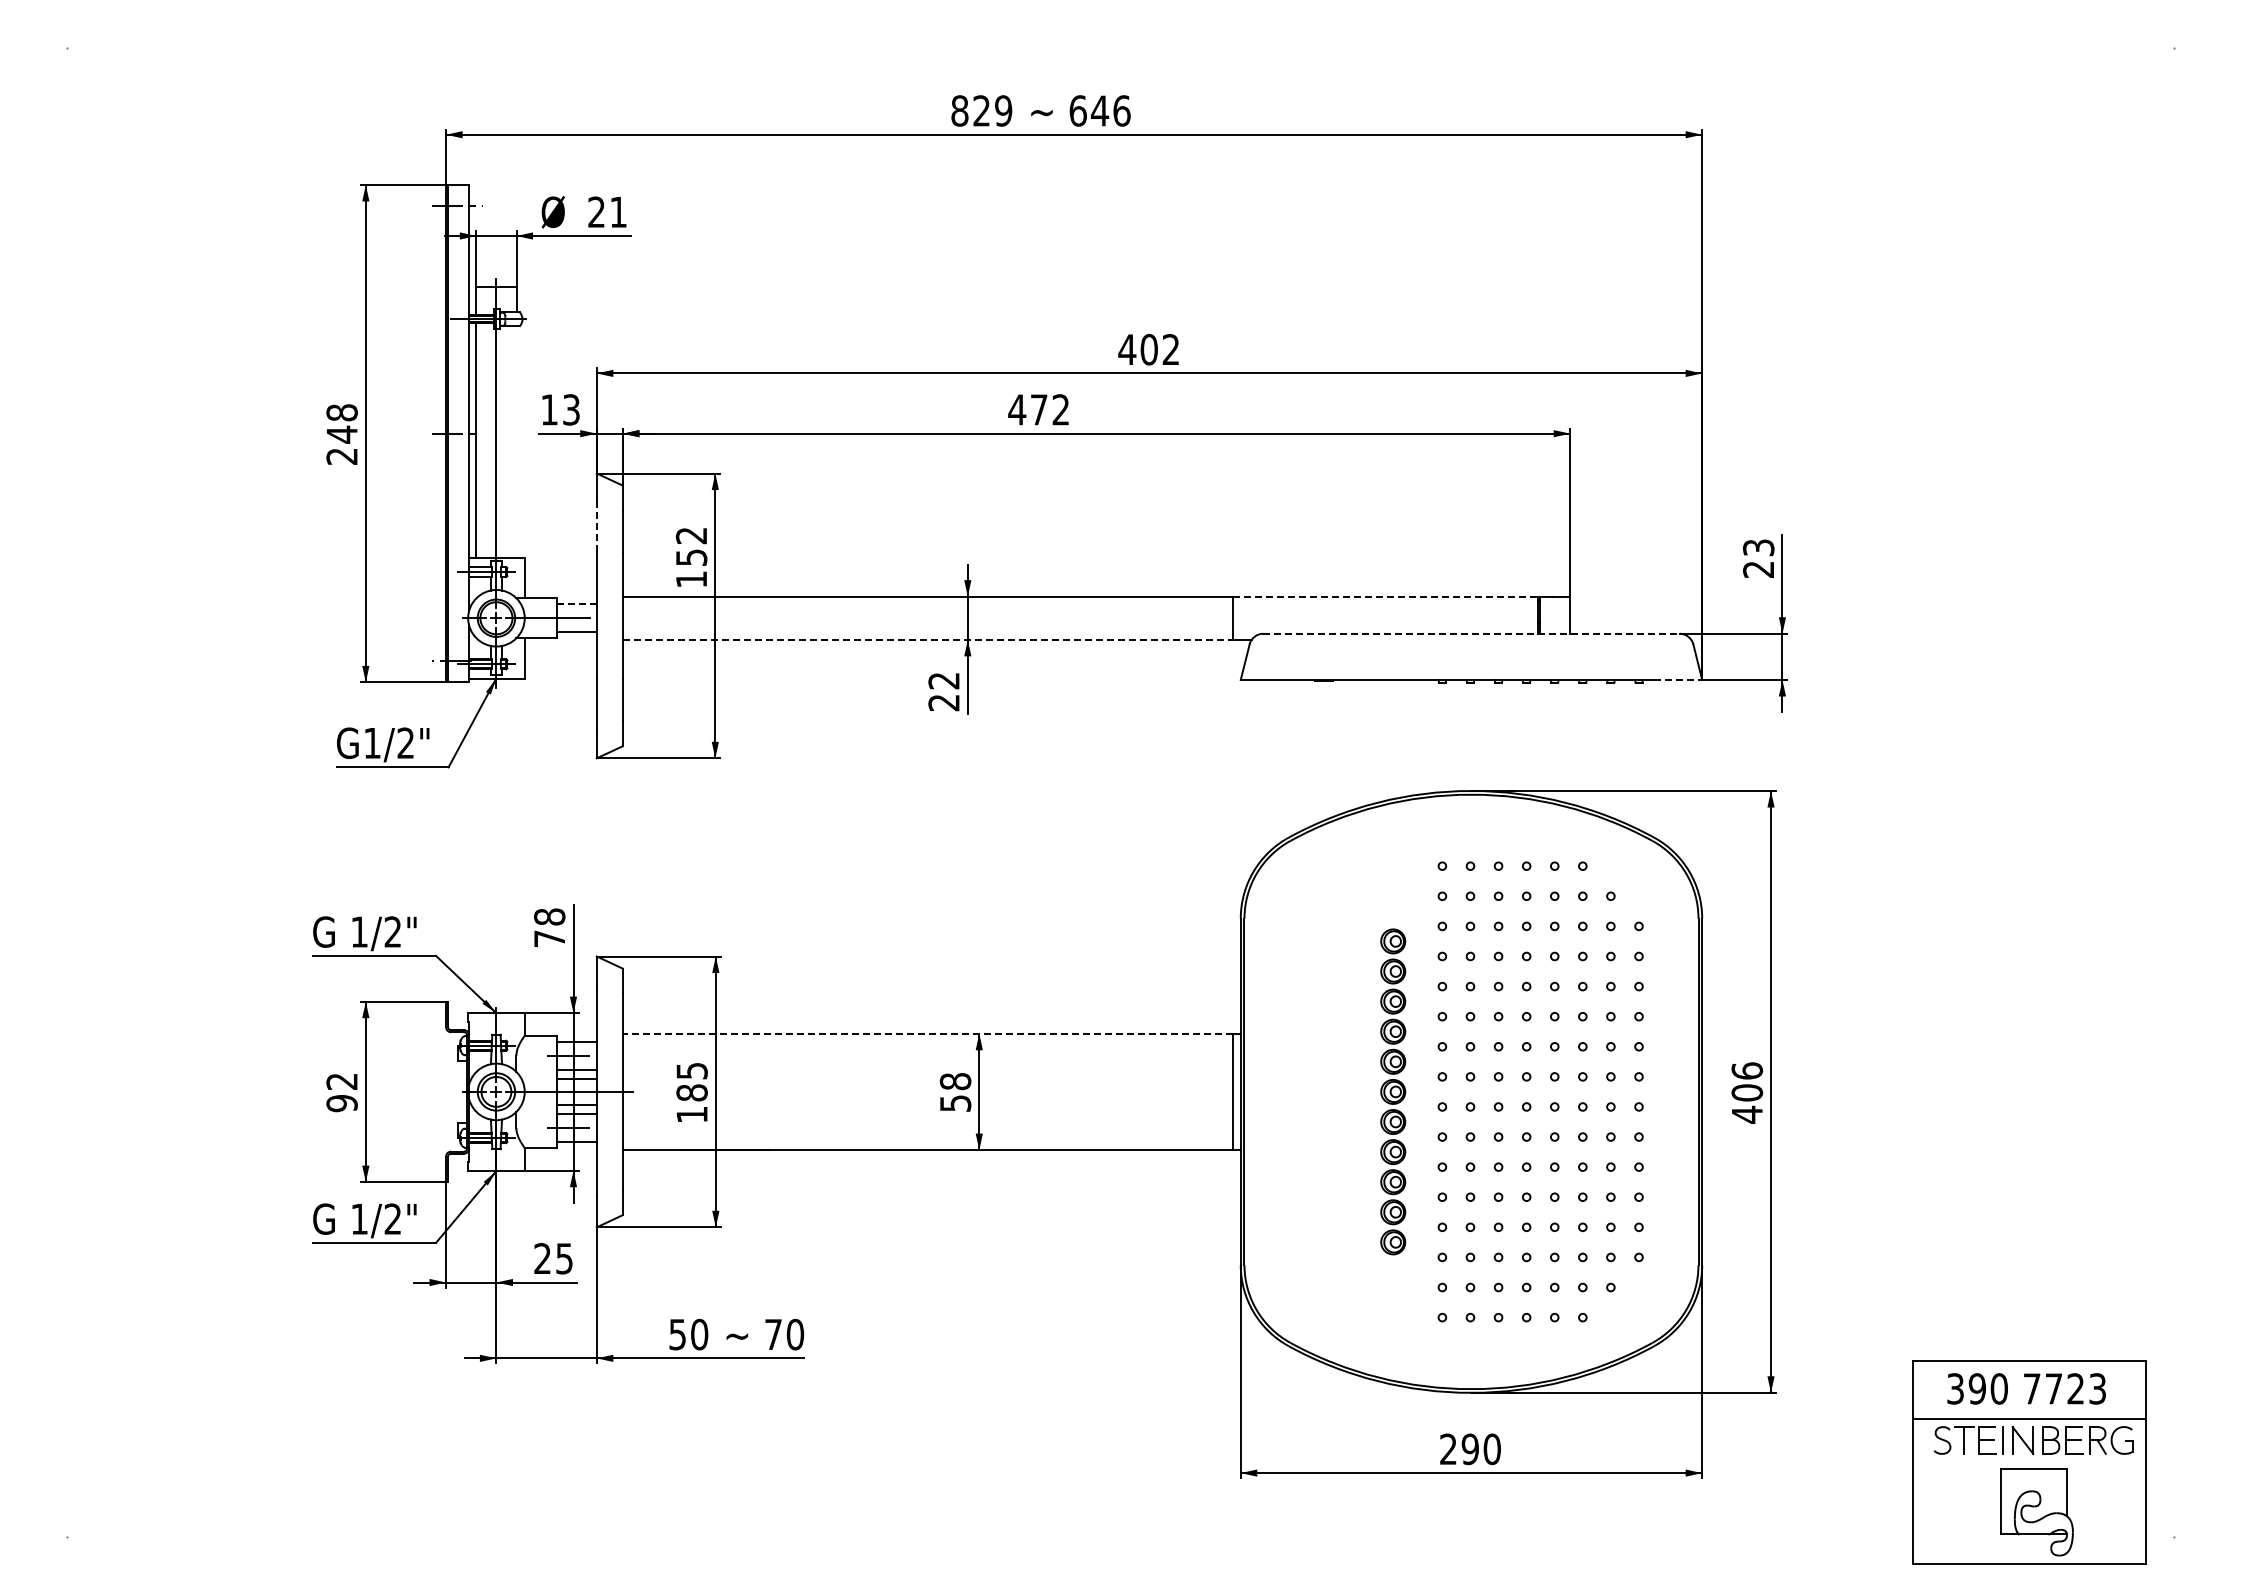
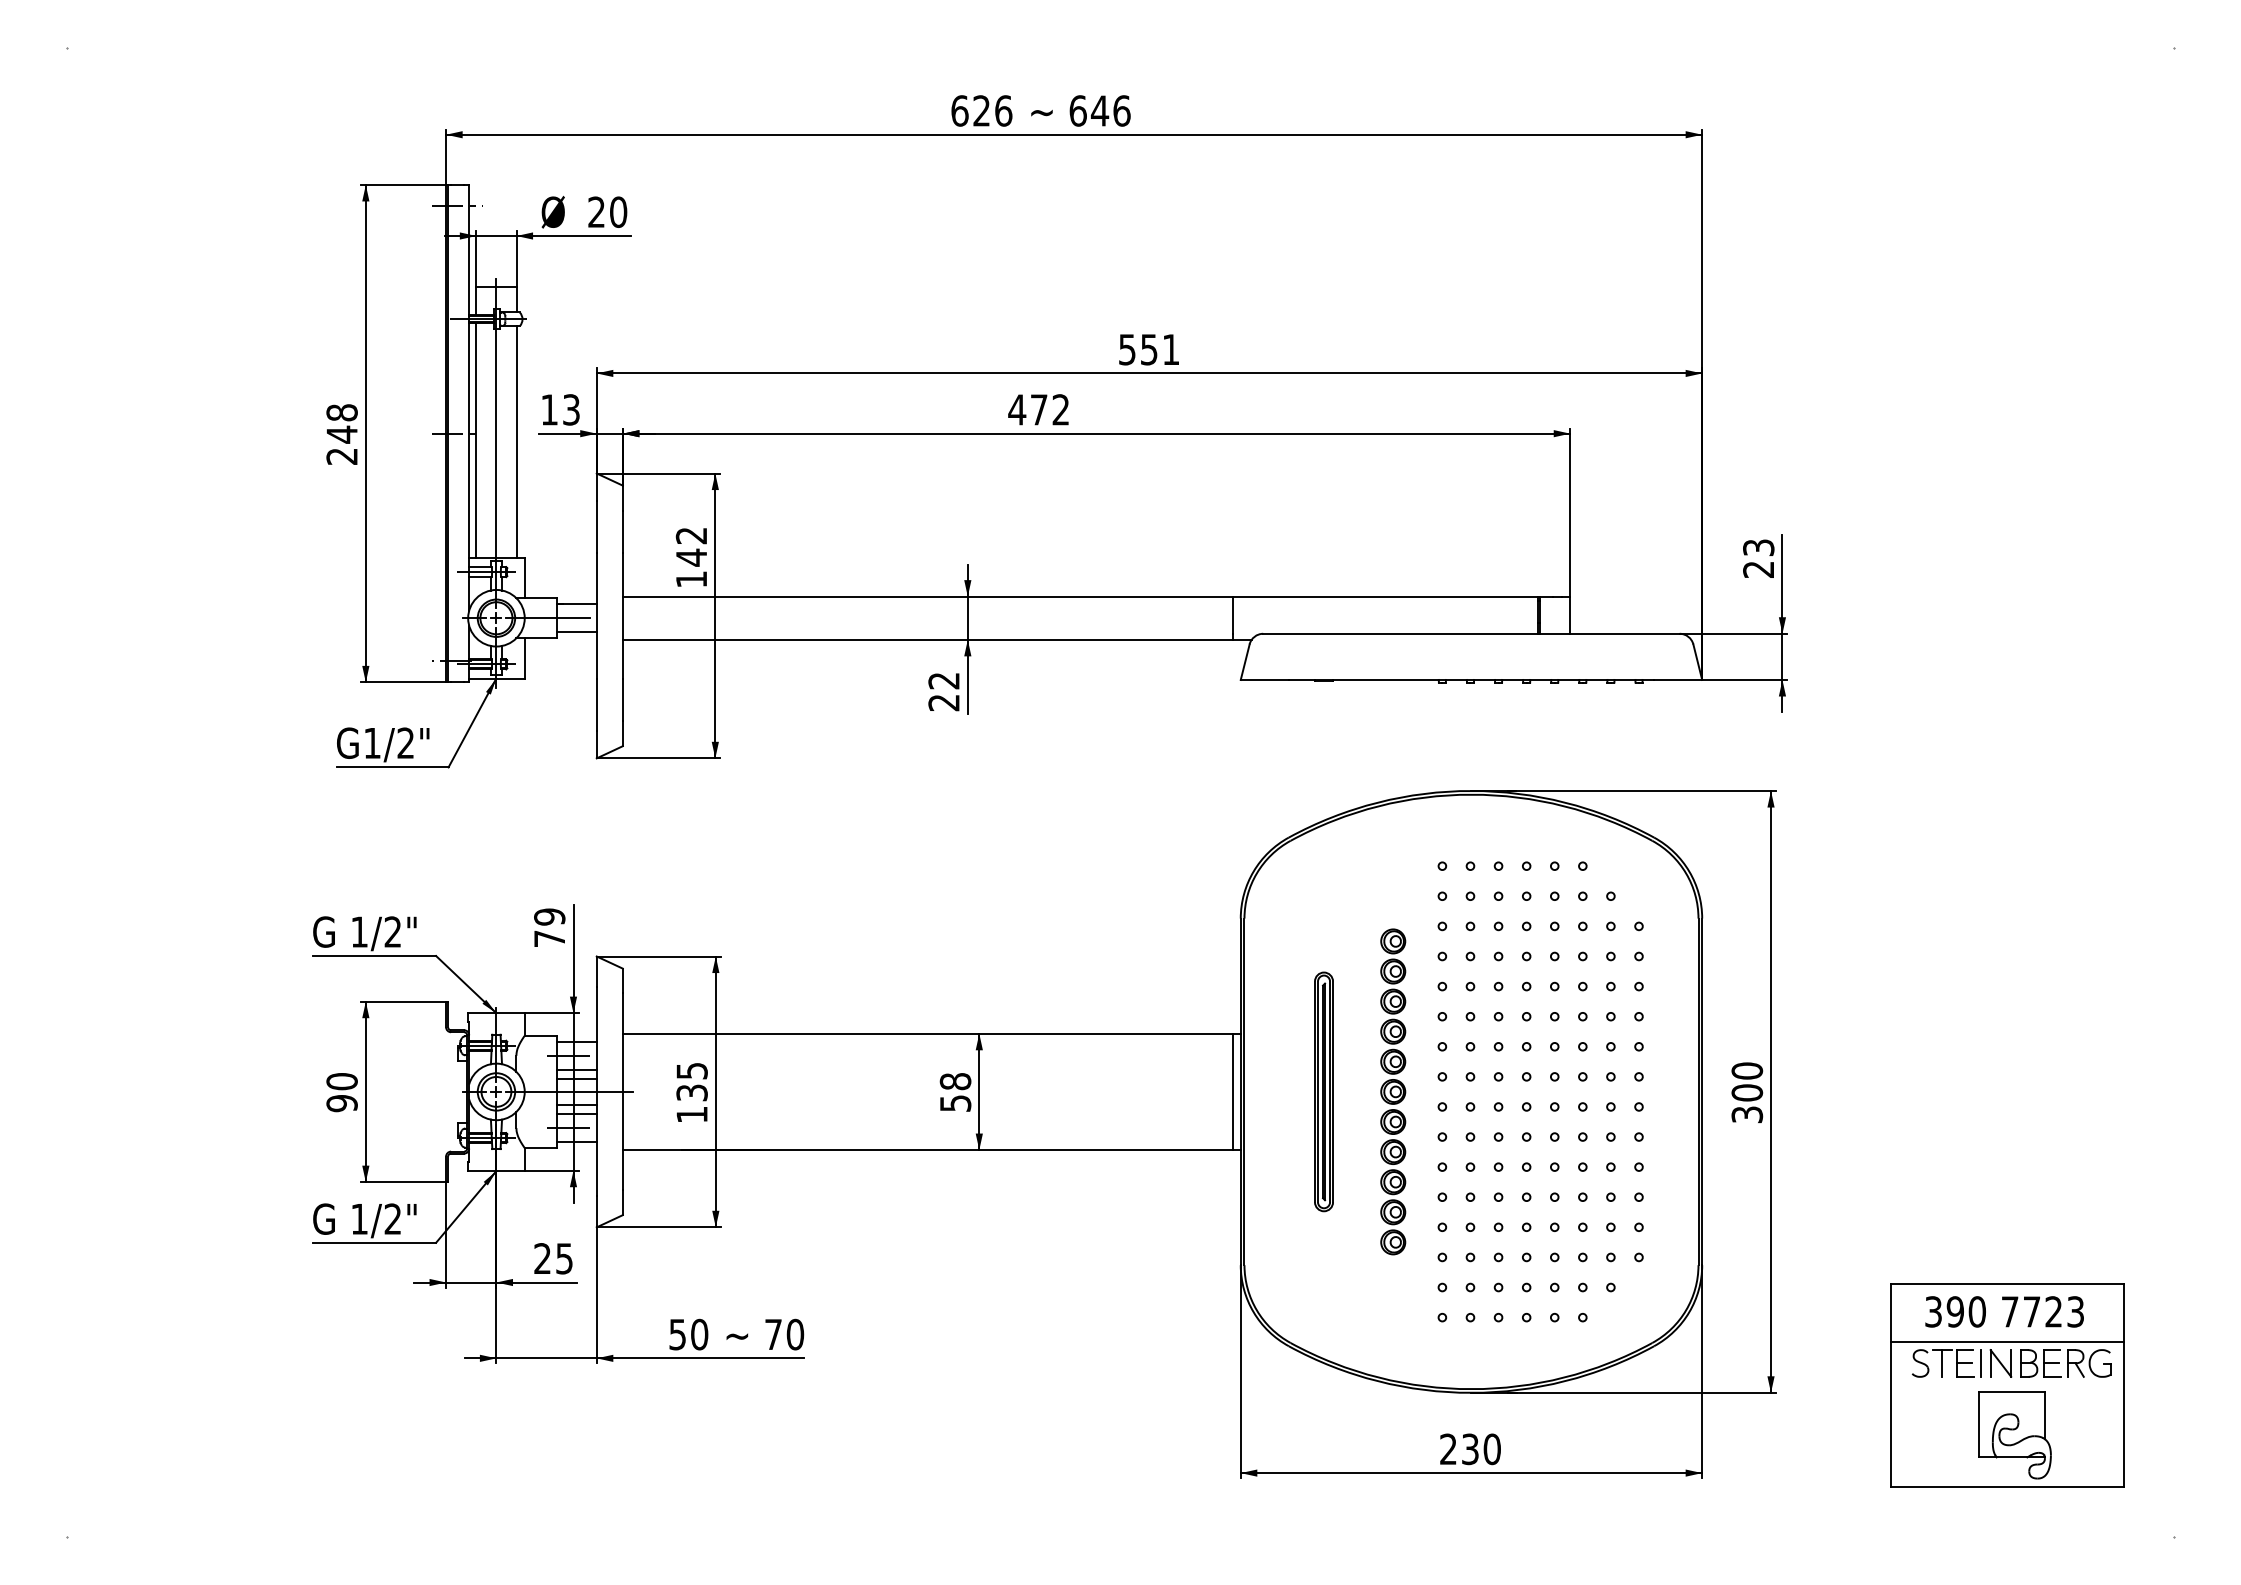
text at (981, 110): 829 -> 626
text at (618, 211): 21 -> 20
text at (1148, 349): 402 -> 551
line at (516, 441): none -> present
line at (596, 527): dashed -> solid
text at (691, 557): 152 -> 142
line at (1385, 596): dashed -> solid
line at (577, 604): dashed -> solid
line at (1471, 633): dashed -> solid
line at (927, 639): dashed -> solid
line at (1678, 679): dashed -> solid
text at (549, 916): 78 -> 79
line at (927, 1033): dashed -> solid
text at (341, 1081): 92 -> 90
part at (1323, 1091): none -> present
text at (691, 1092): 185 -> 135
text at (1747, 1092): 406 -> 300
text at (1469, 1448): 290 -> 230
part at (2029, 1462) position: (2029, 1462) -> (2007, 1385)
